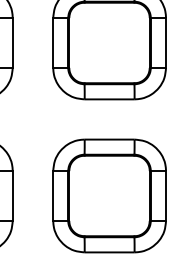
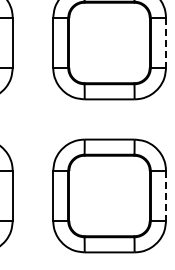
line at (166, 42): solid -> dashed
line at (166, 195): solid -> dashed
